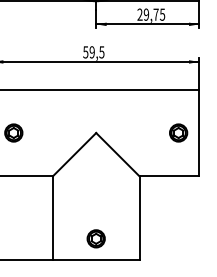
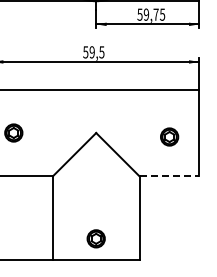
text at (139, 14): 29,75 -> 59,75
part at (178, 132) position: (178, 132) -> (169, 136)
line at (169, 176): solid -> dashed
